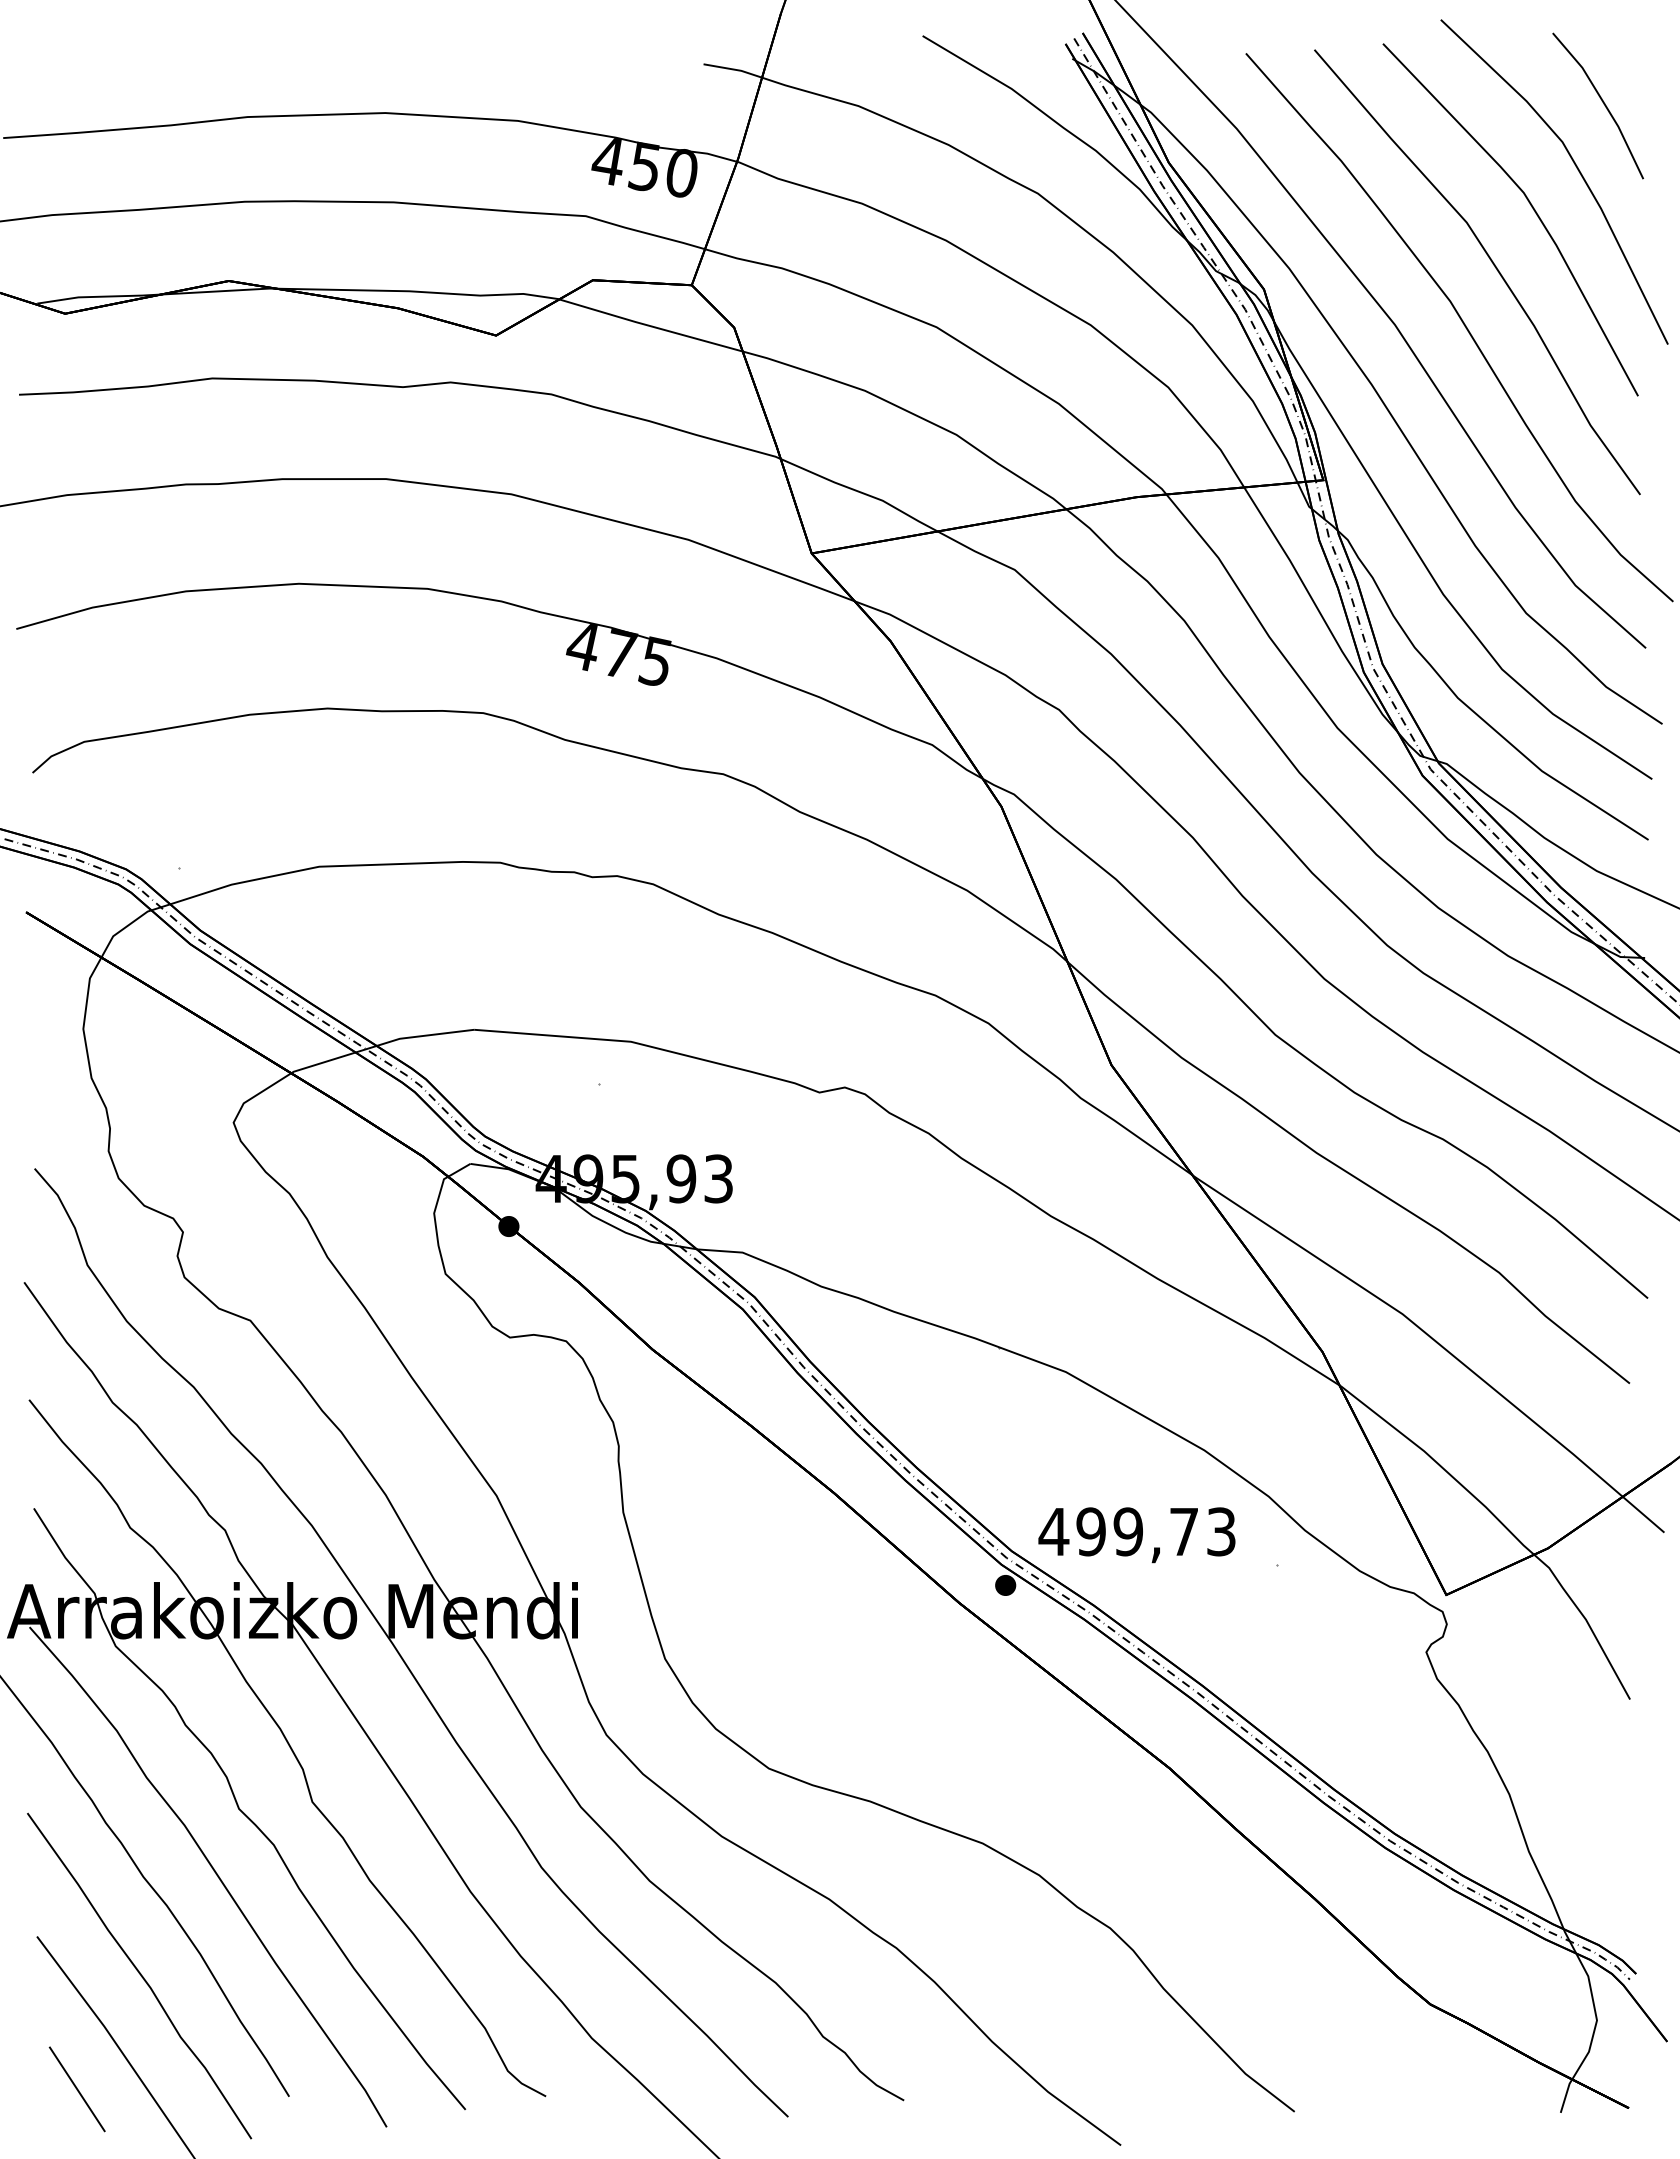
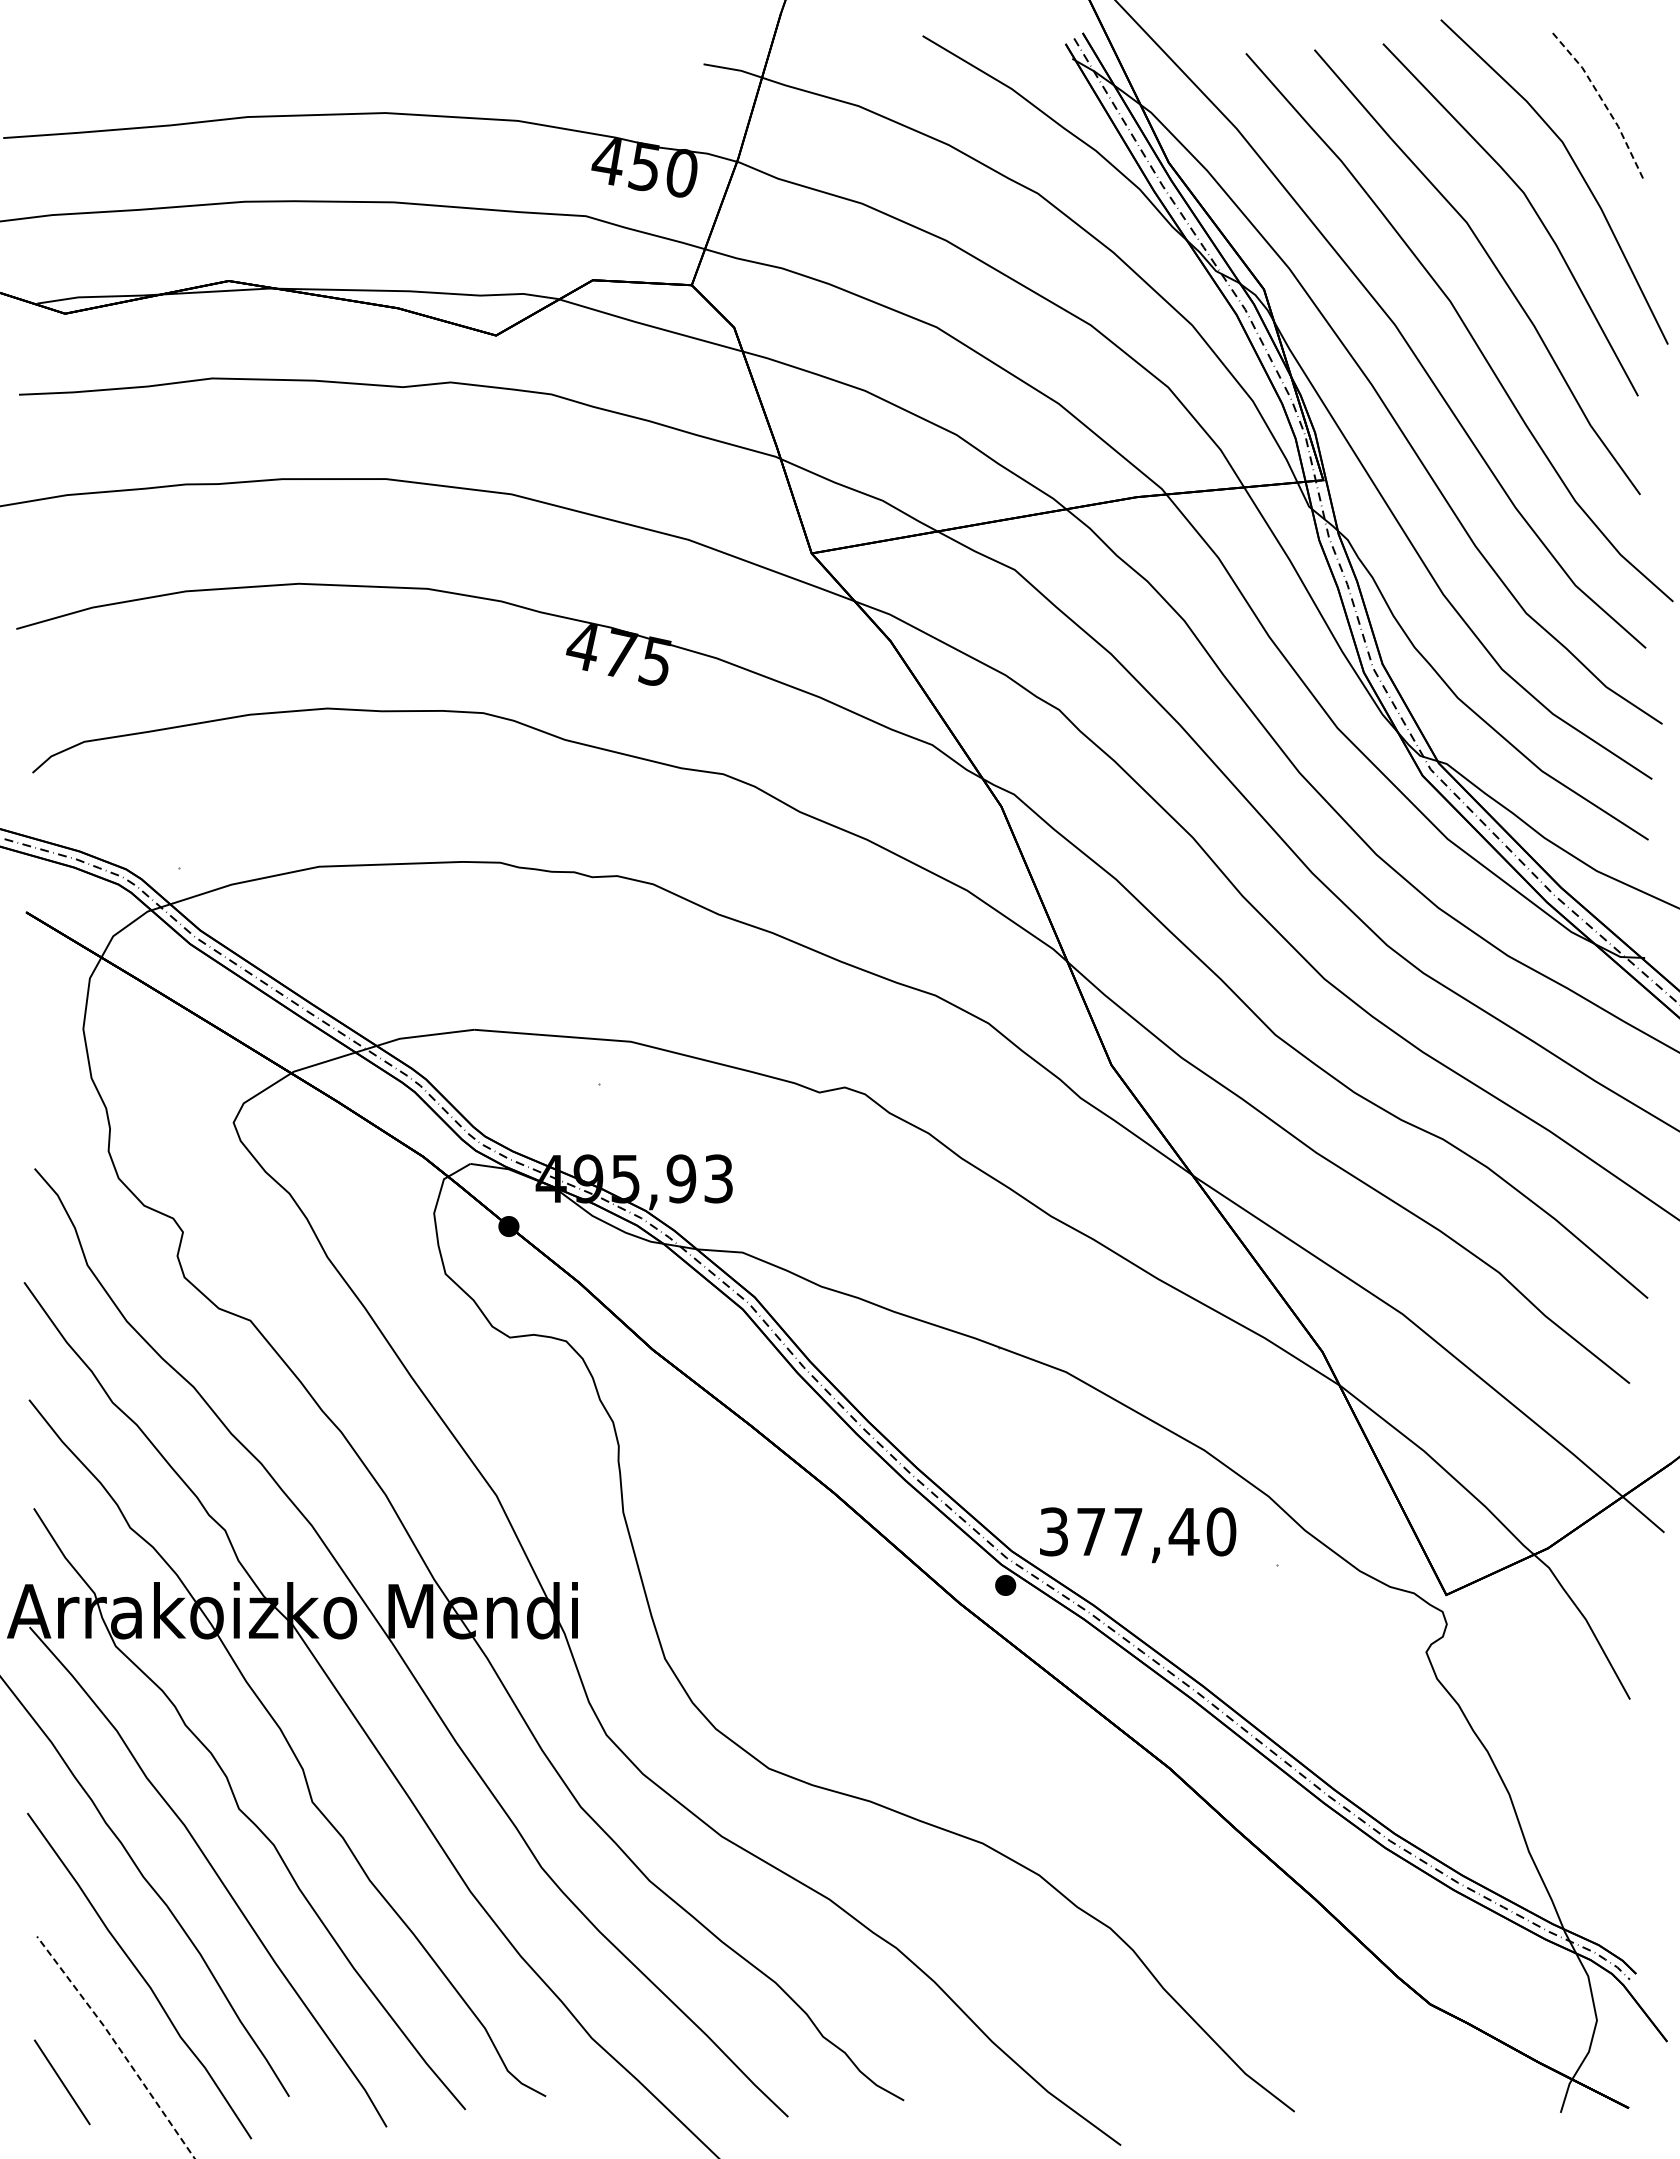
line at (1603, 102): solid -> dashed
text at (1137, 1531): 499,73 -> 377,40
line at (117, 2045): solid -> dashed
line at (76, 2089) position: (76, 2089) -> (61, 2082)
